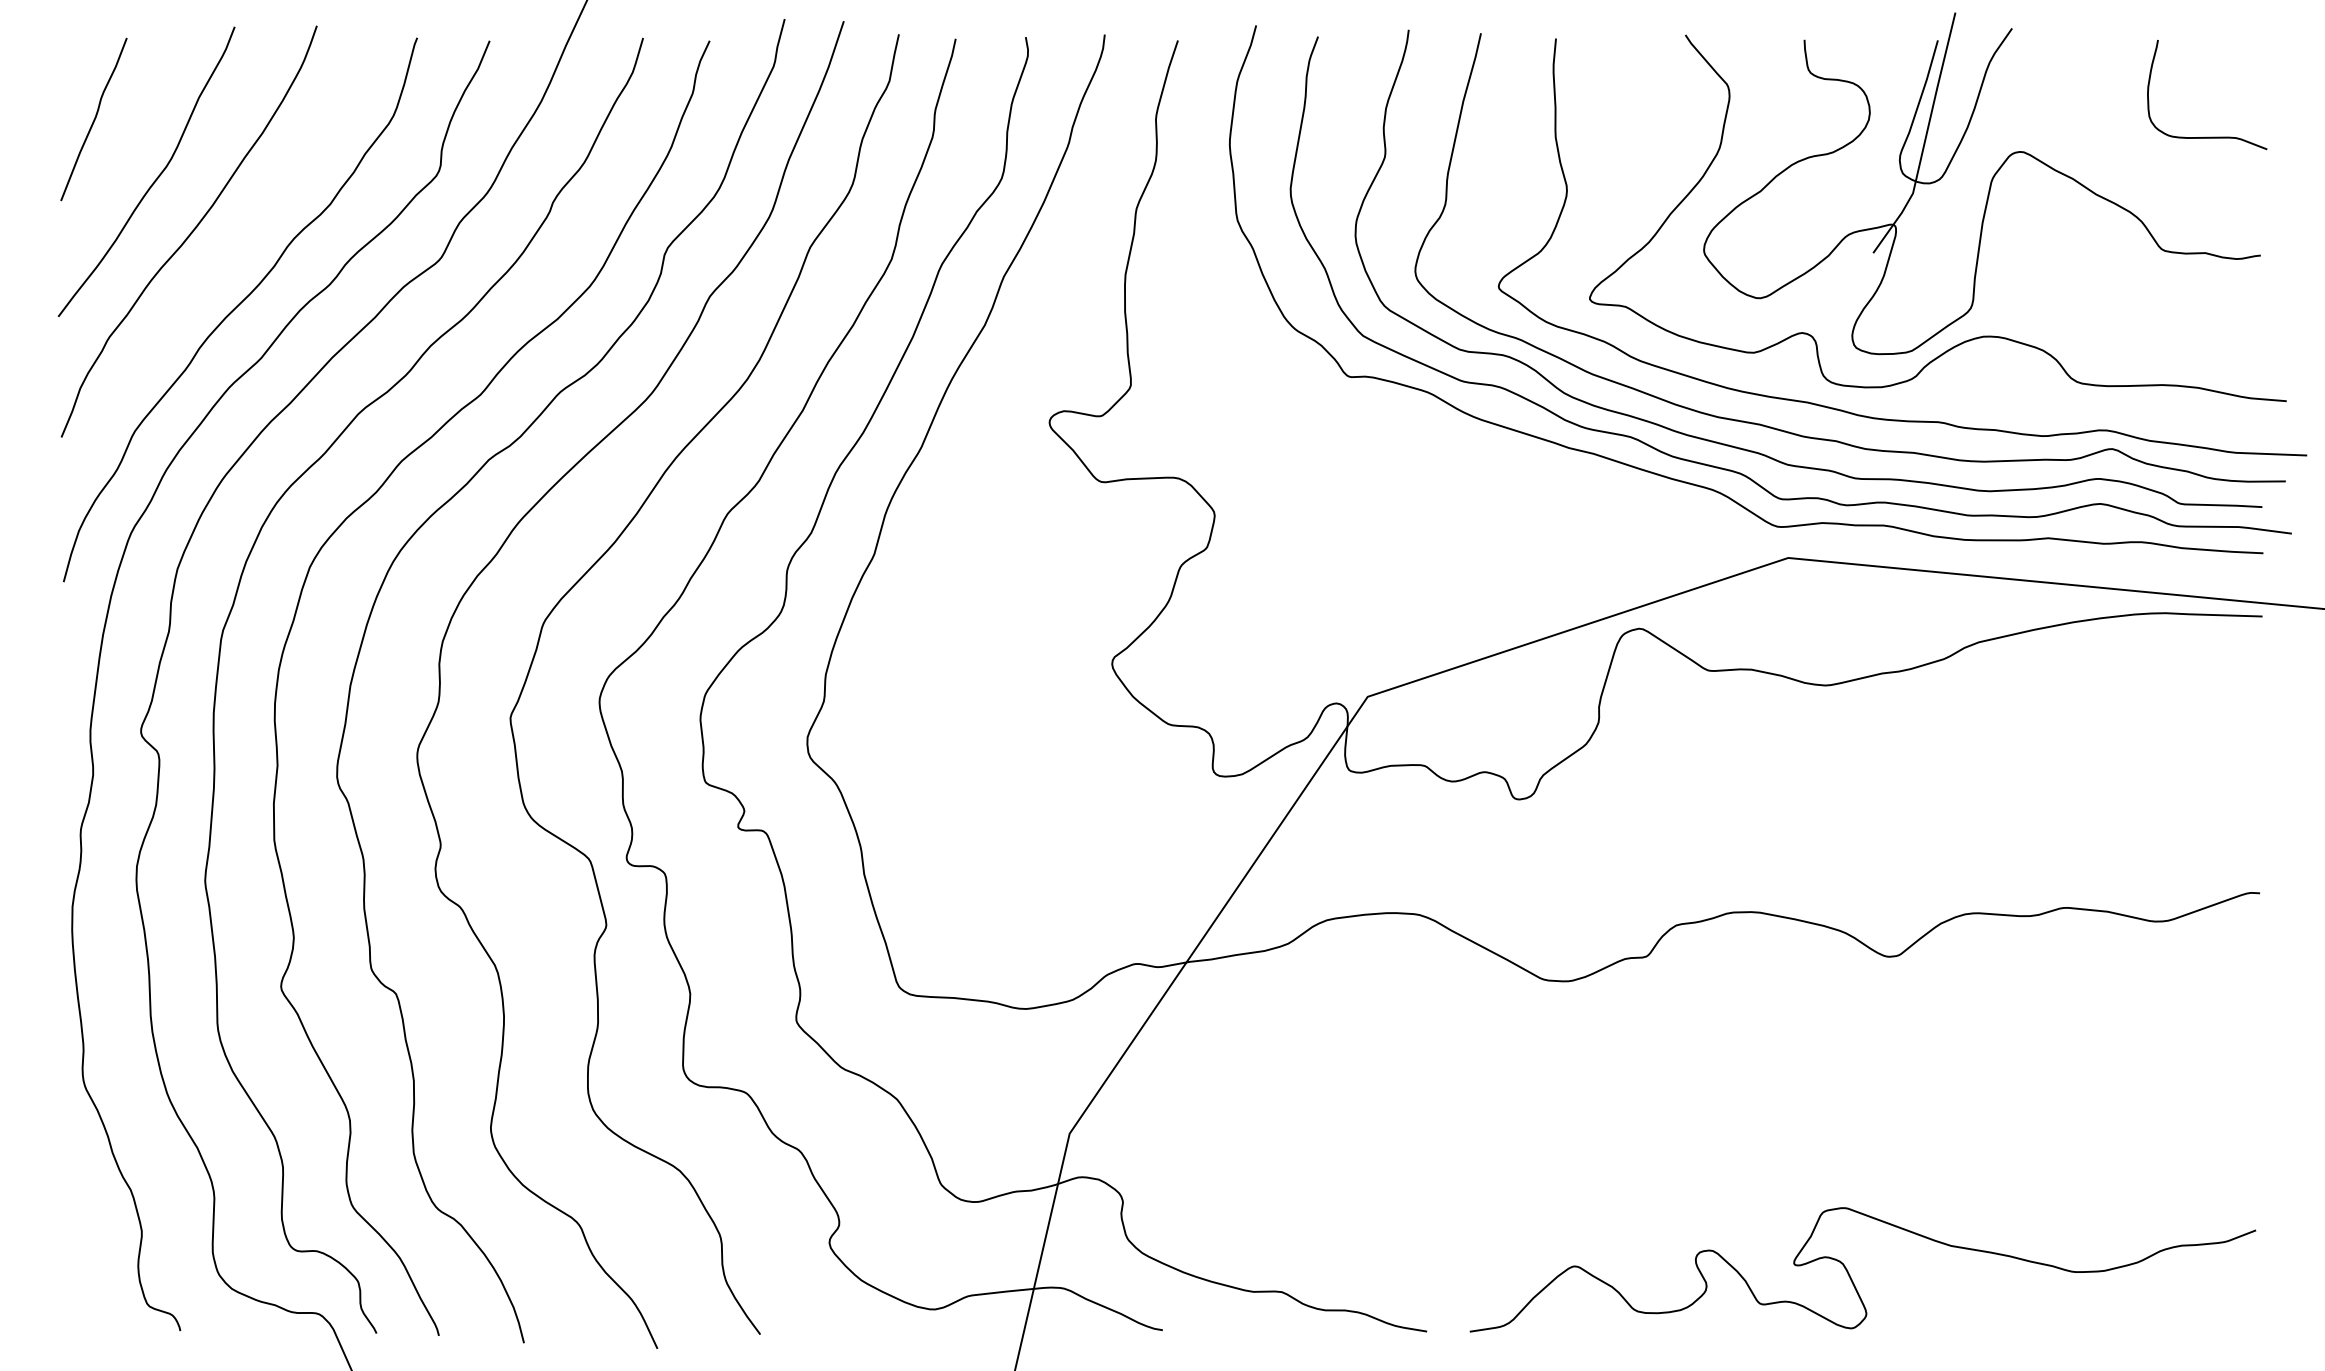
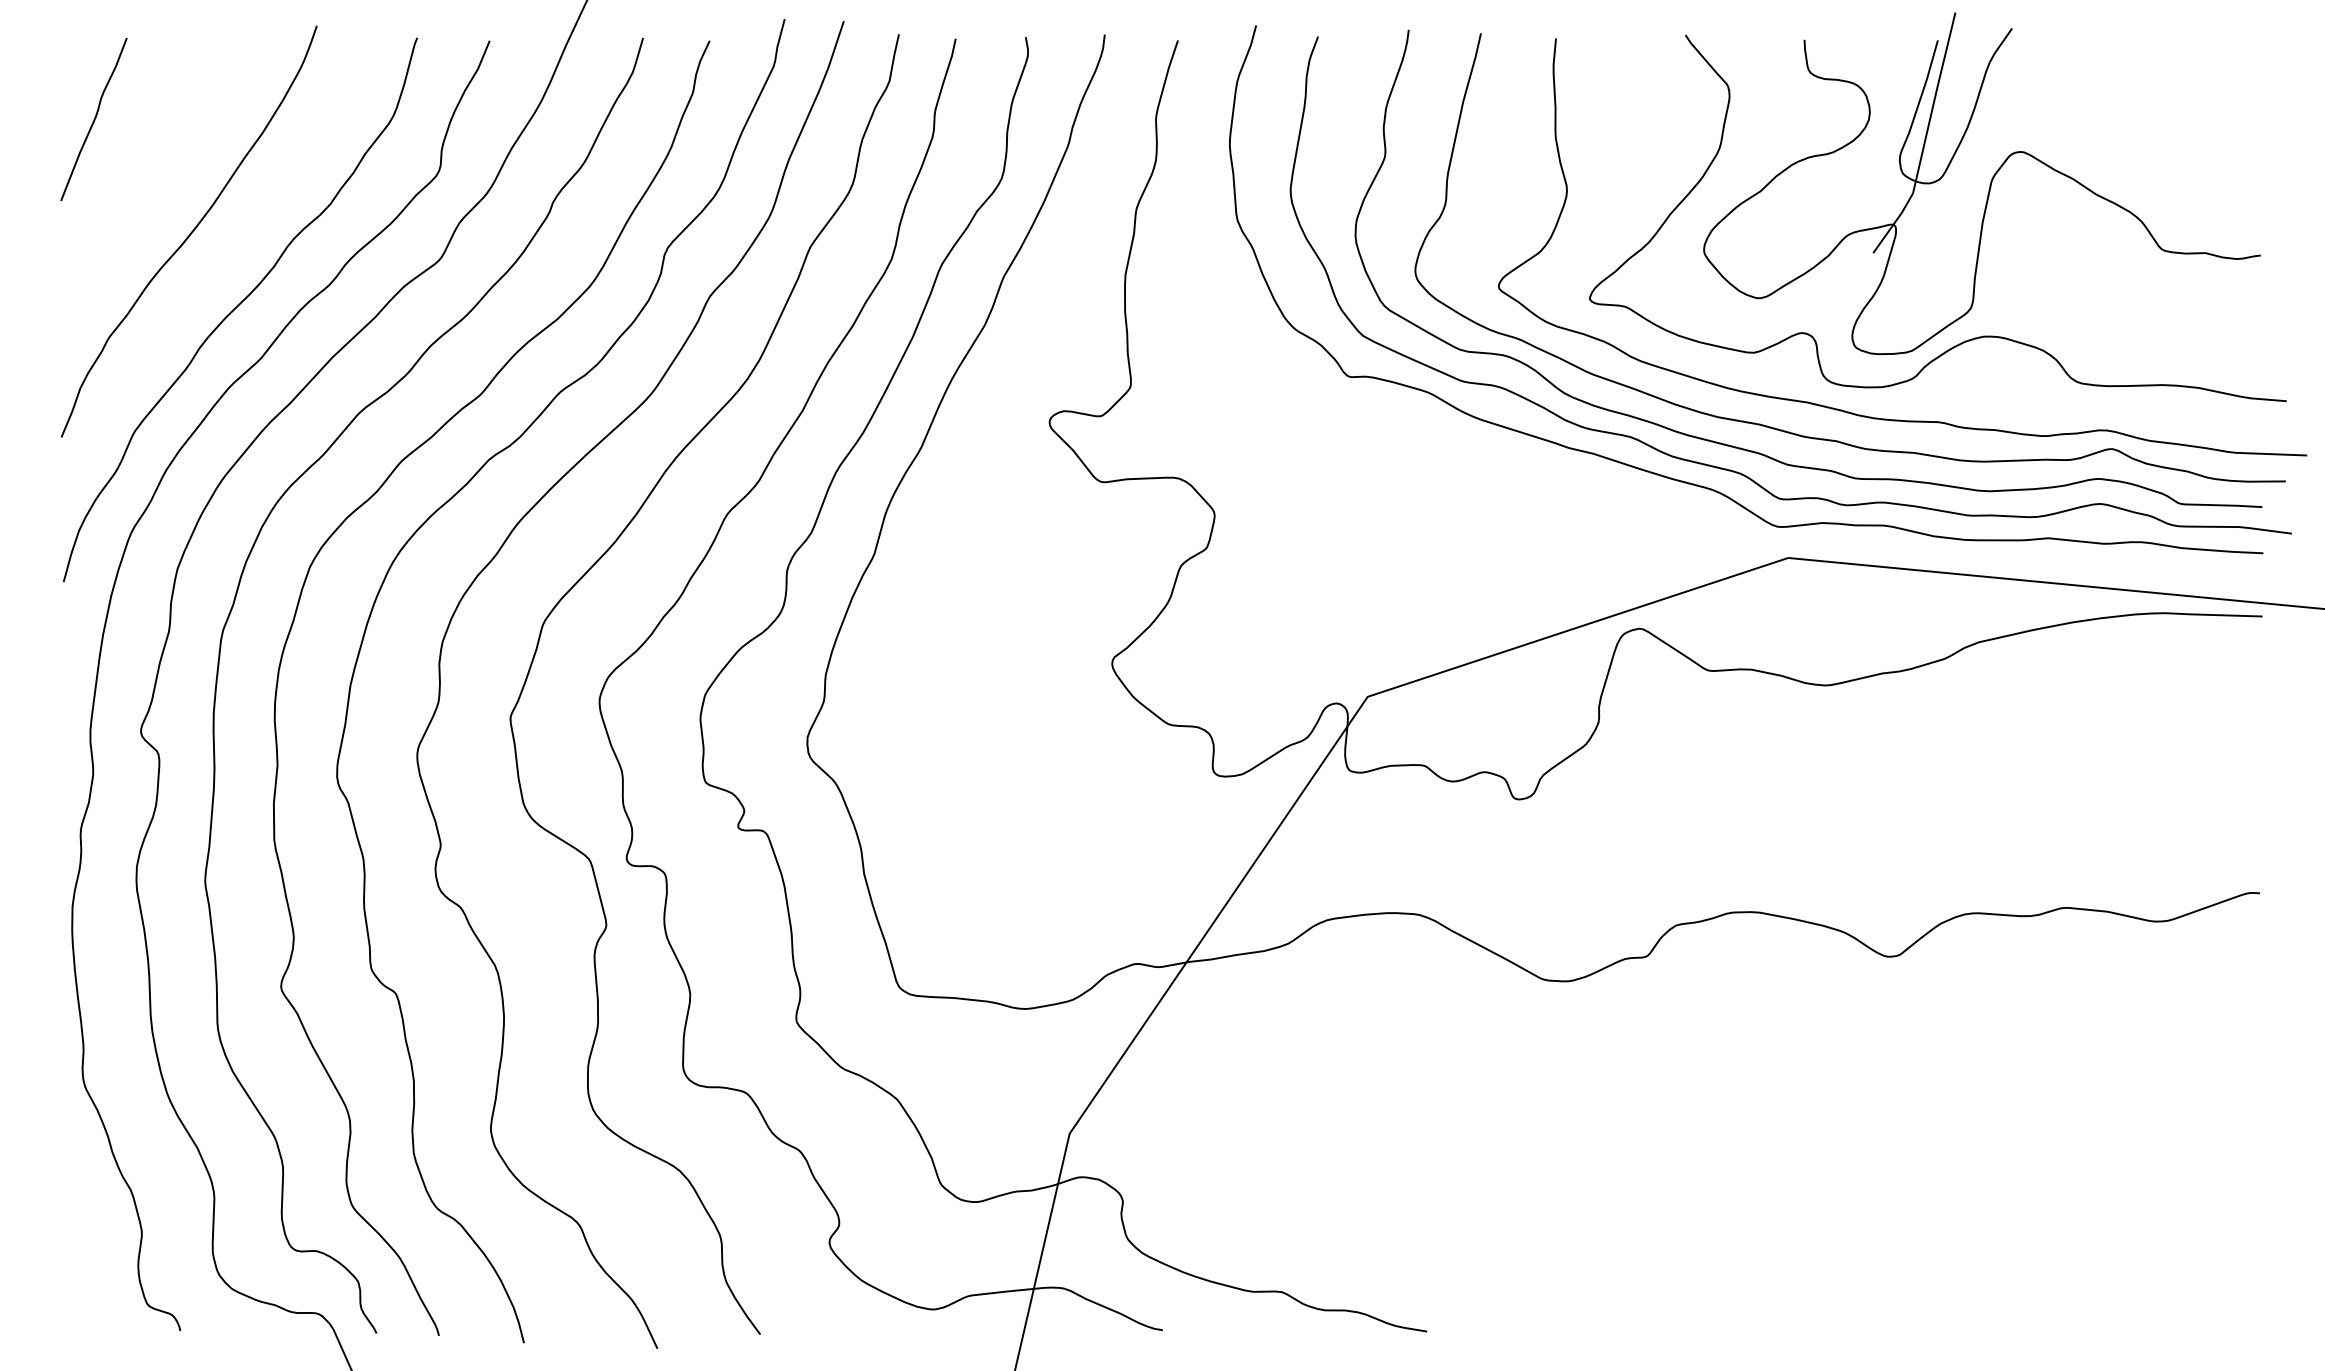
curve at (2207, 136): present -> none
curve at (156, 177): present -> none
curve at (1850, 1275): present -> none
